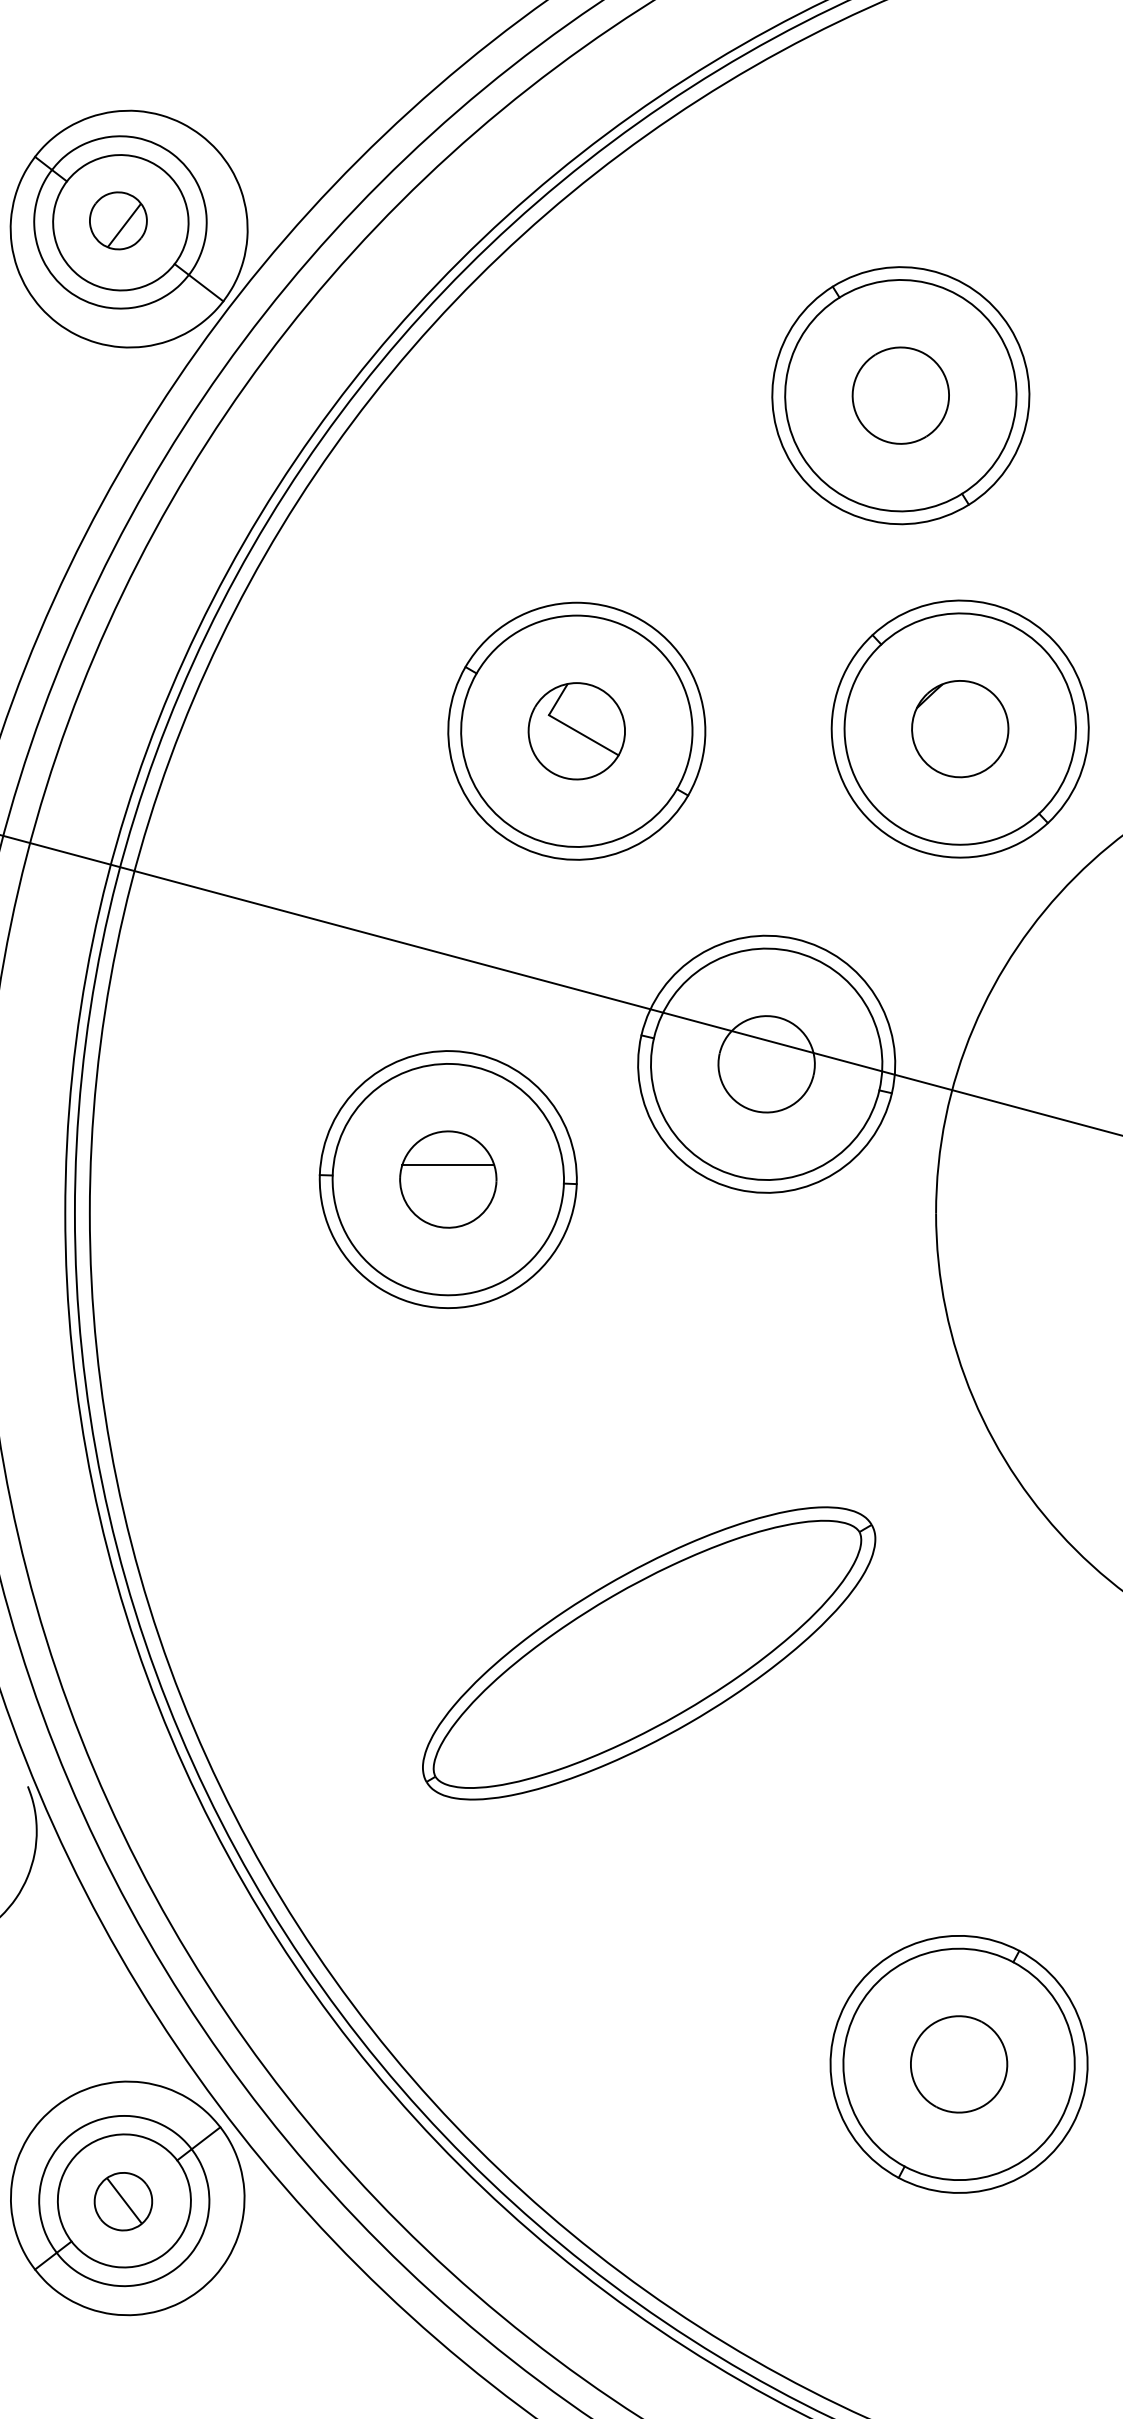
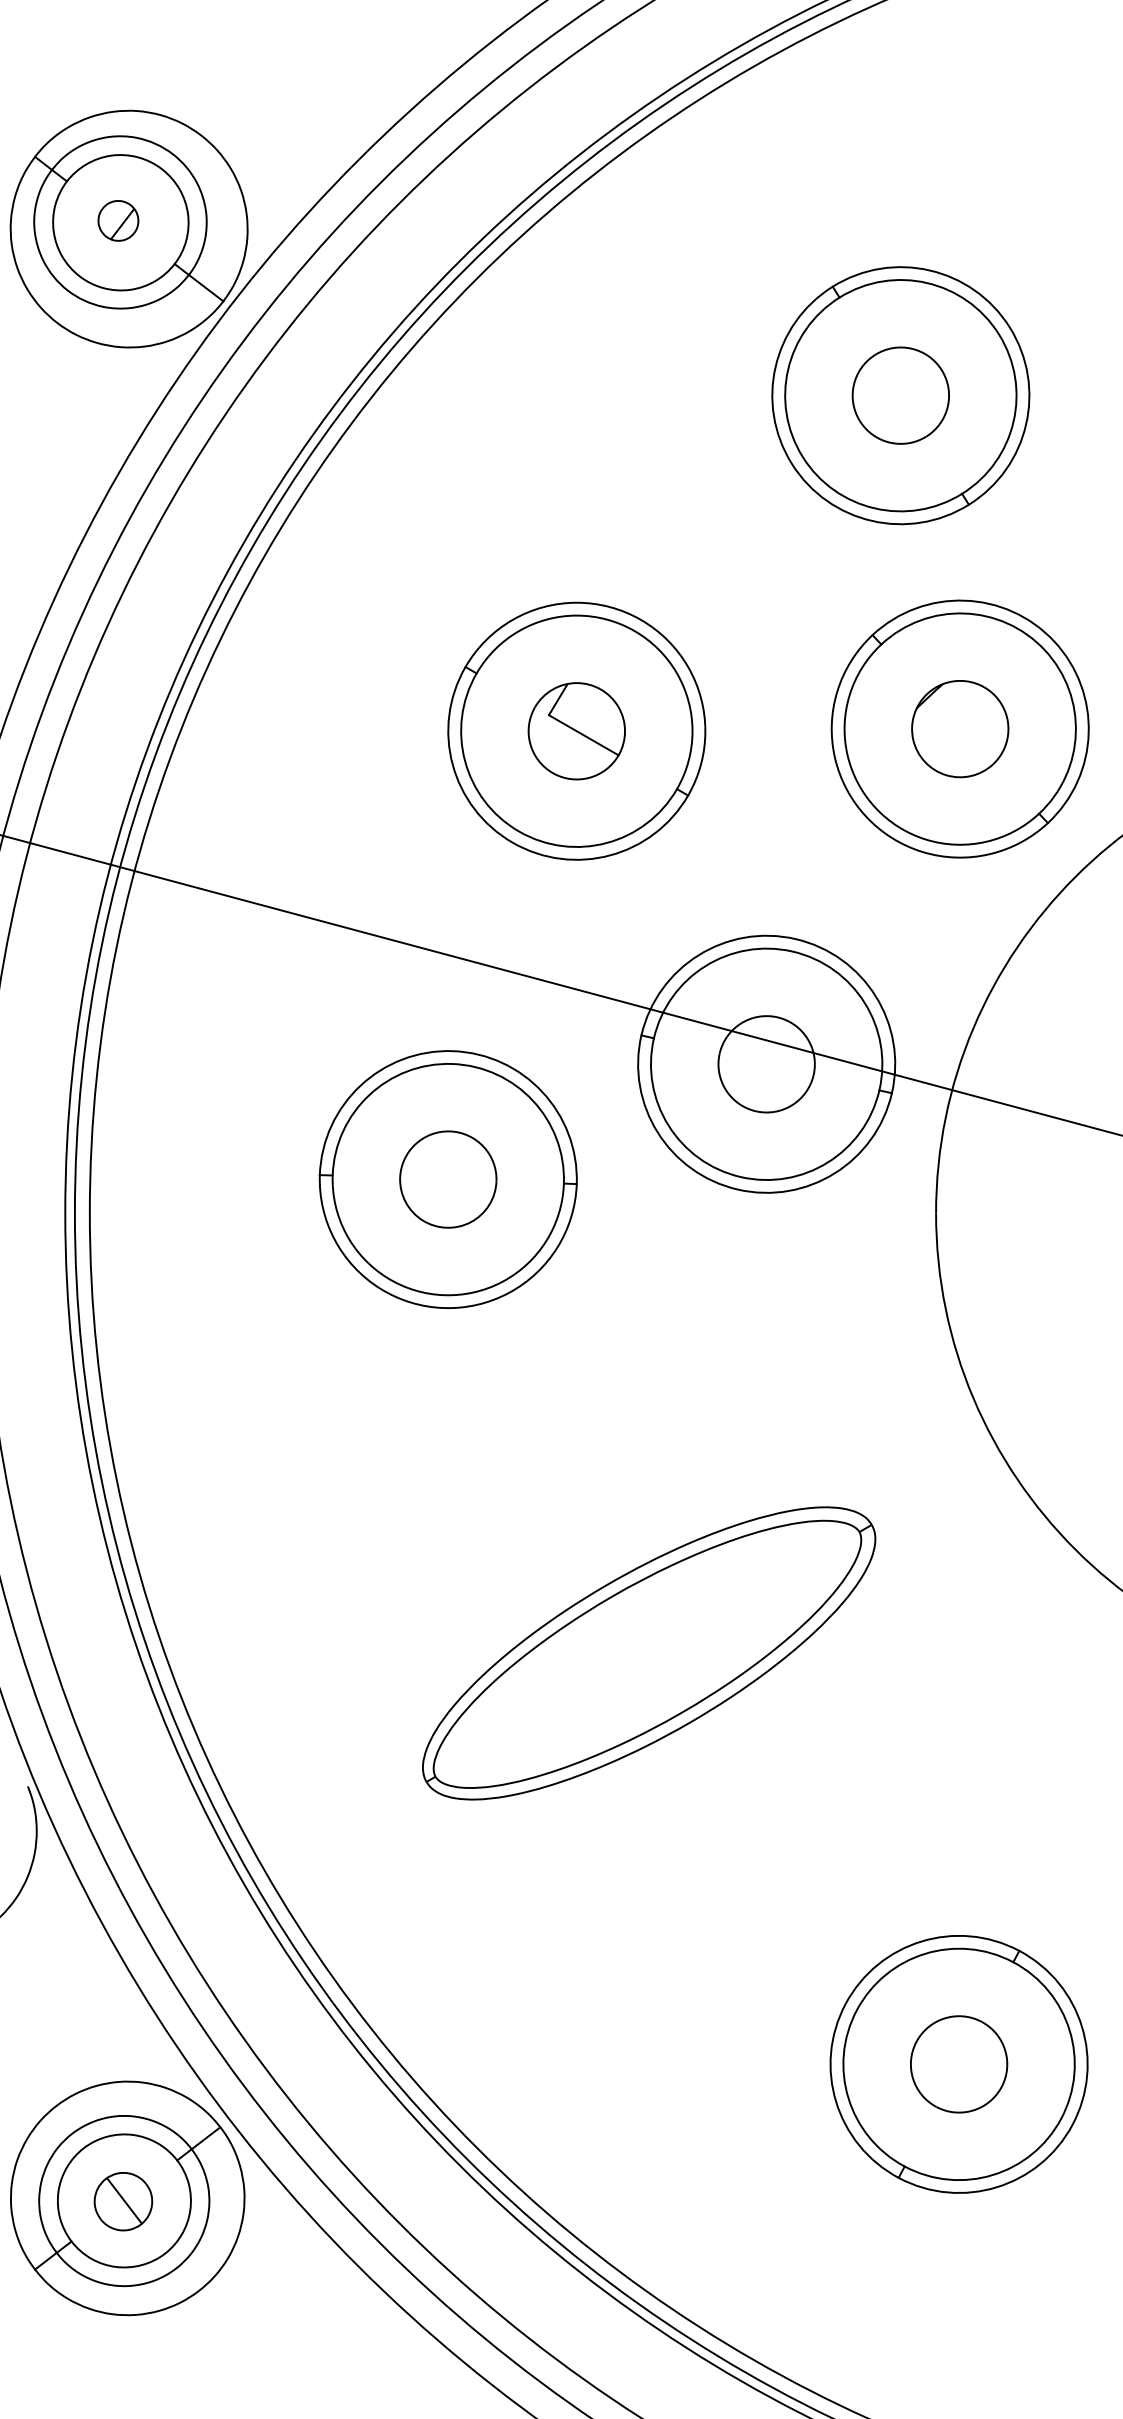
part at (118, 220) size: 59x60 px -> 43x42 px
line at (448, 1165): present -> none
